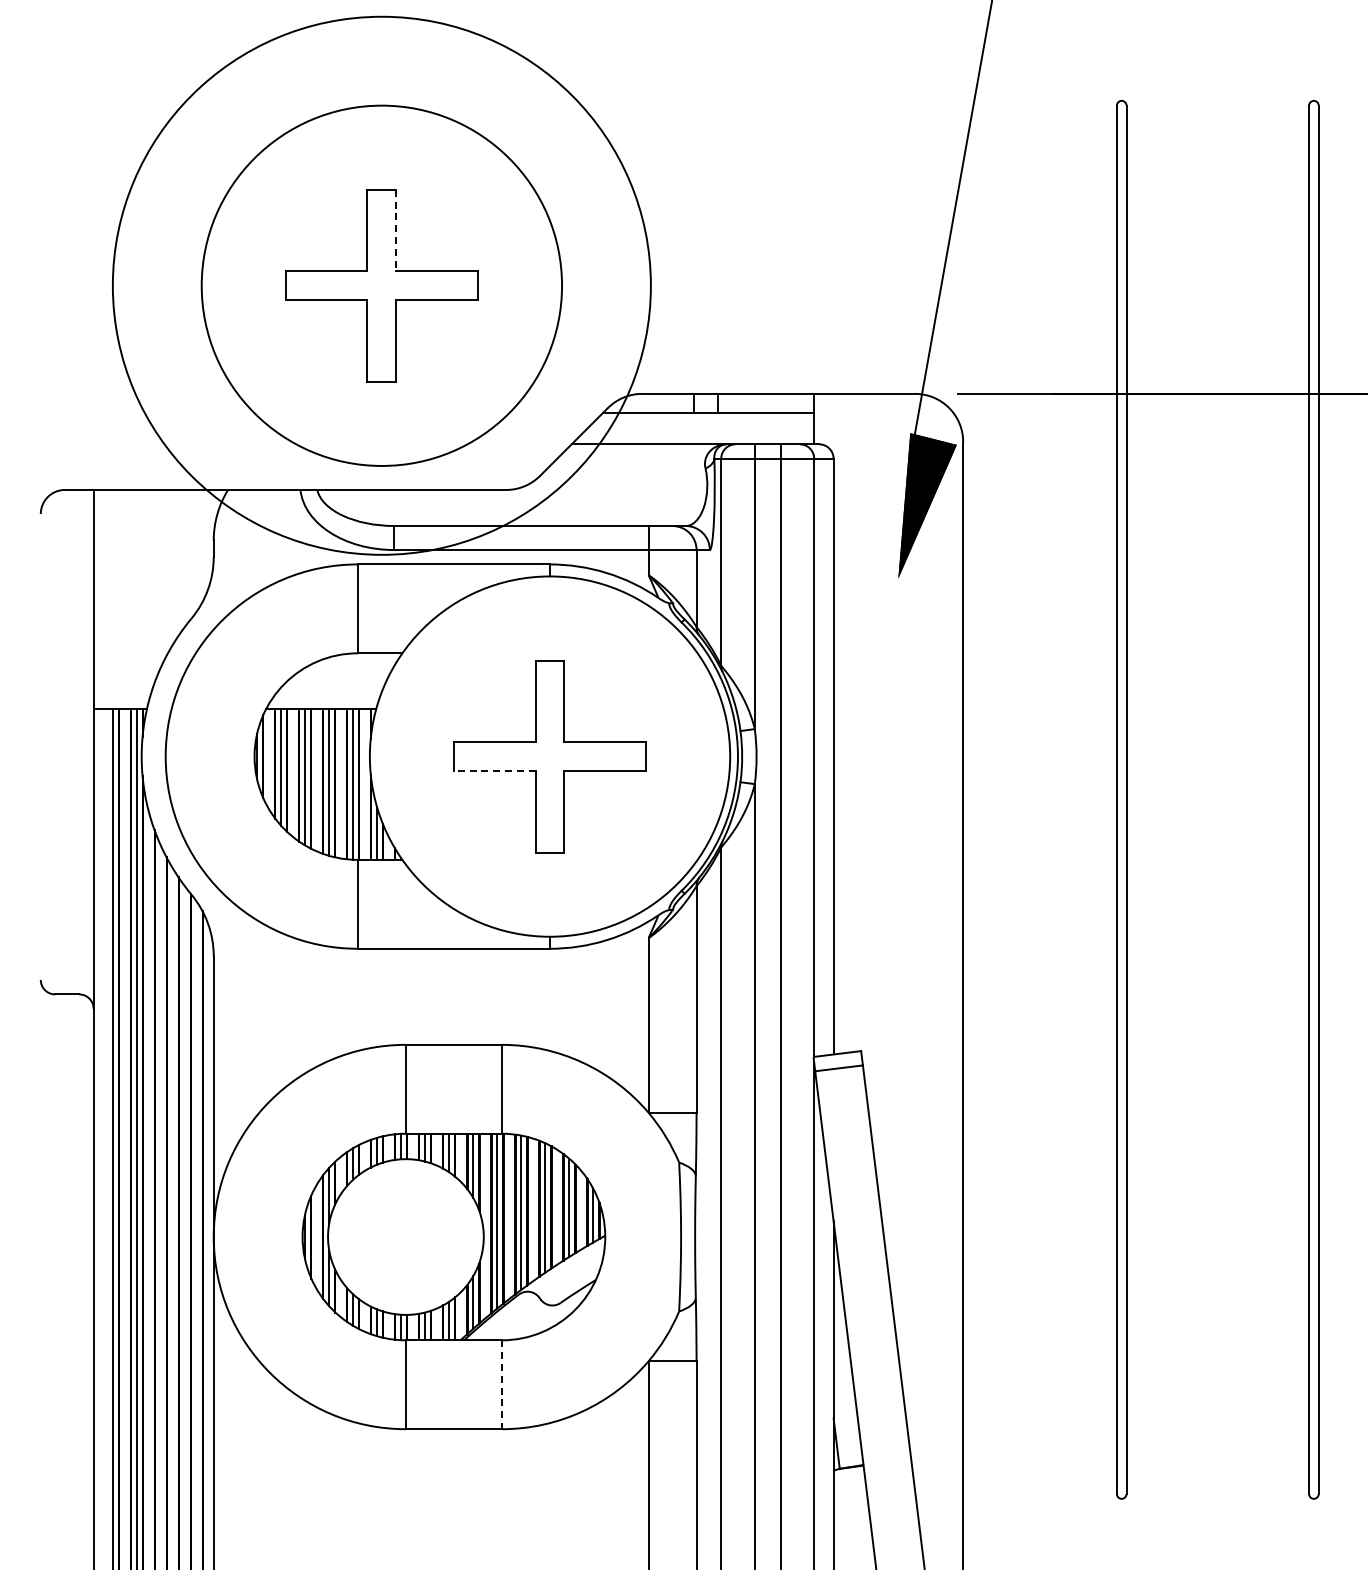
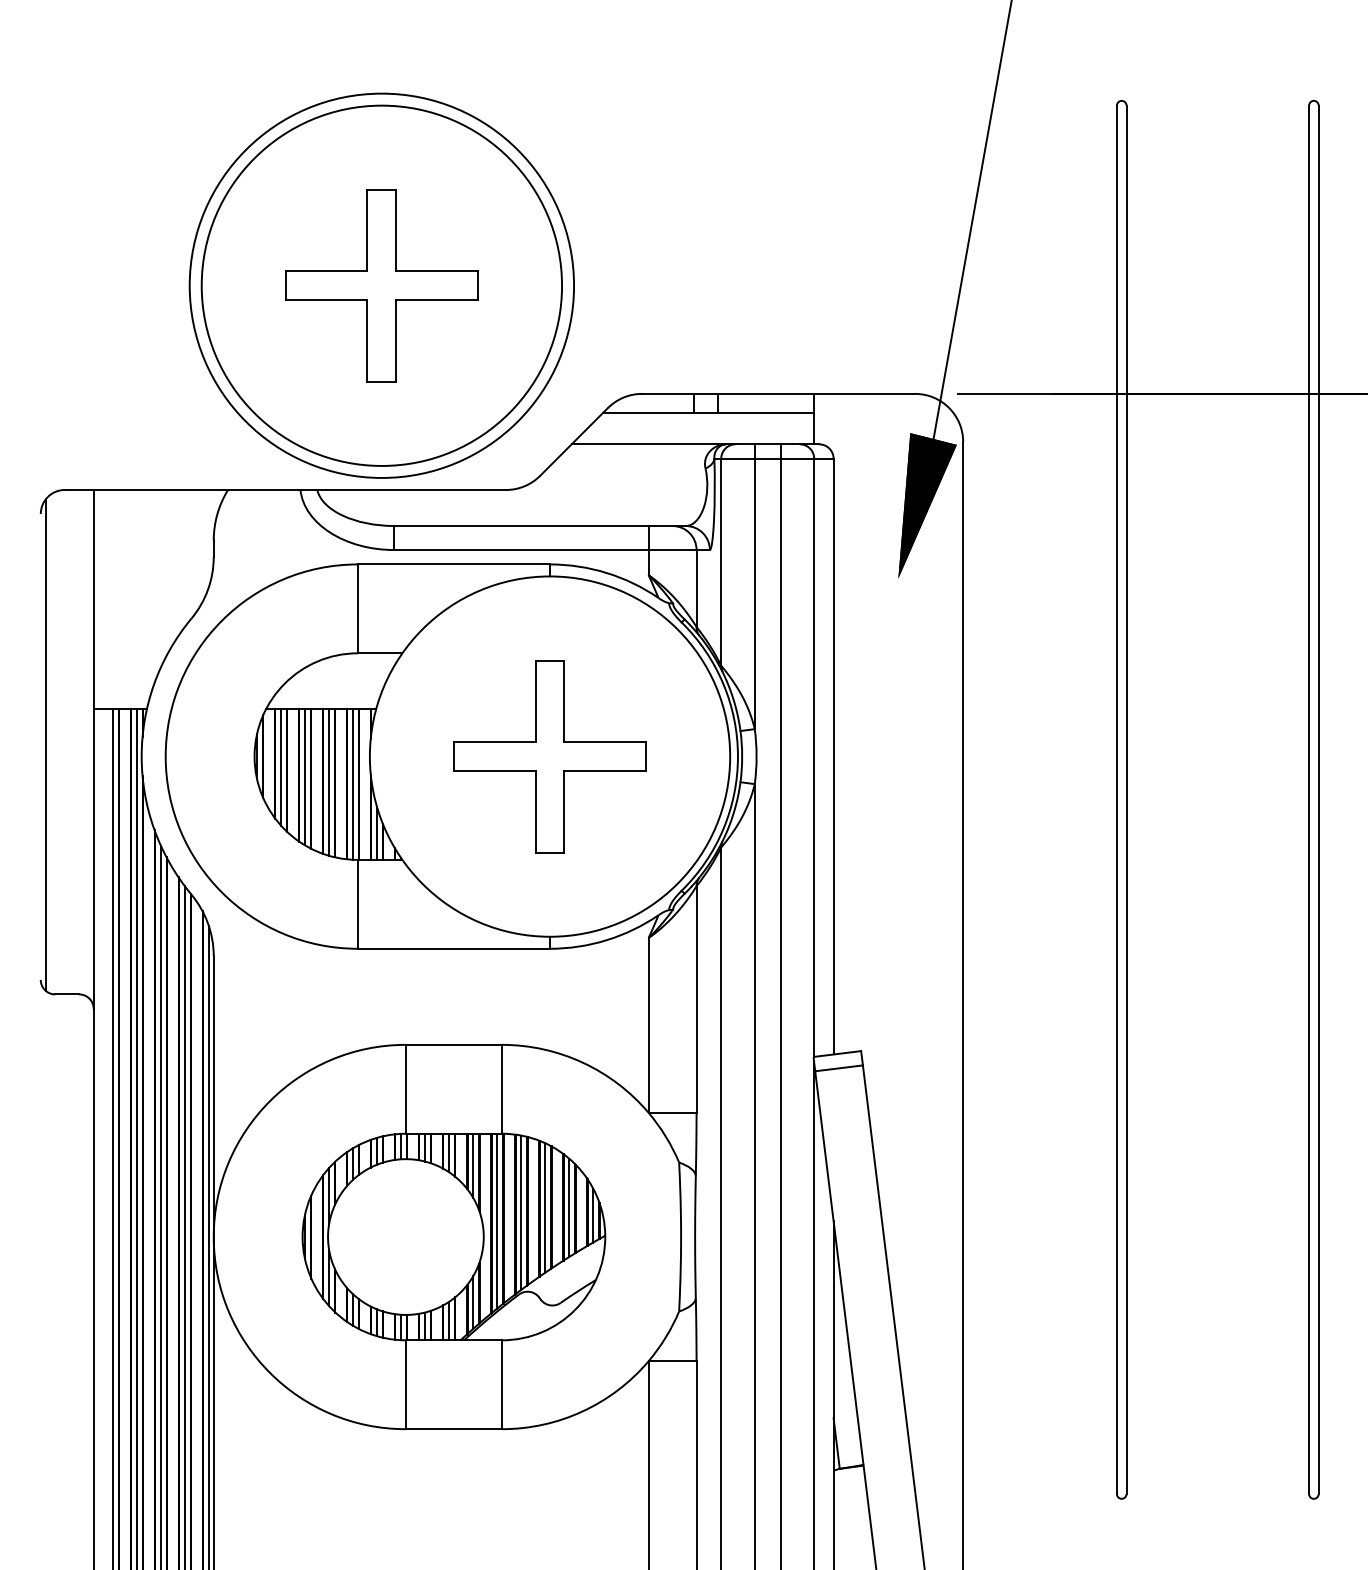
line at (952, 218) position: (952, 218) -> (972, 220)
line at (396, 230): dashed -> solid
circle at (381, 285) diameter: 538 px -> 384 px
line at (45, 744): none -> present
line at (494, 771): dashed -> solid
line at (160, 1205): none -> present
line at (184, 1226): none -> present
line at (208, 1246): none -> present
line at (501, 1385): dashed -> solid
